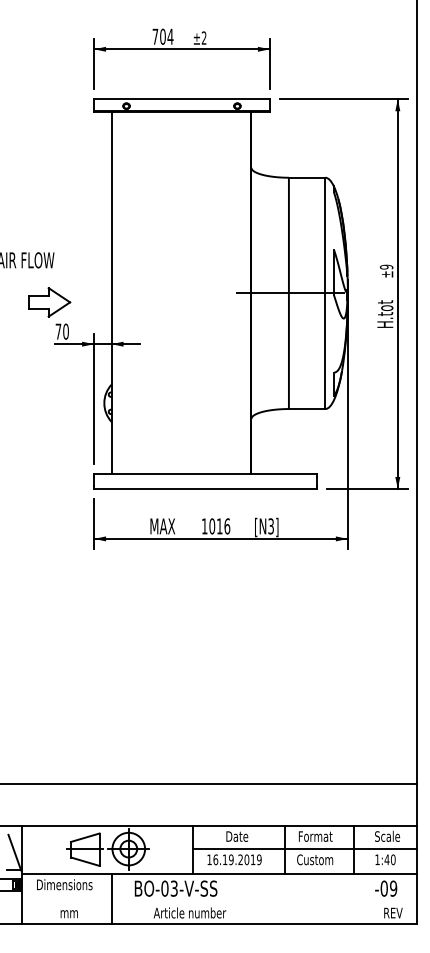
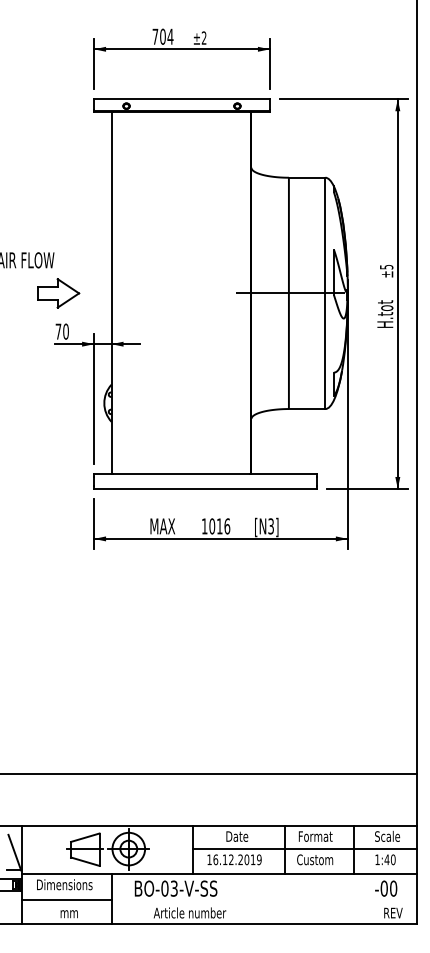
text at (385, 266): ±9 -> ±5
part at (49, 302) position: (49, 302) -> (58, 293)
line at (209, 784) position: (209, 784) -> (209, 774)
text at (231, 859): 16.19.2019 -> 16.12.2019
text at (393, 888): -09 -> -00
line at (66, 899): none -> present
